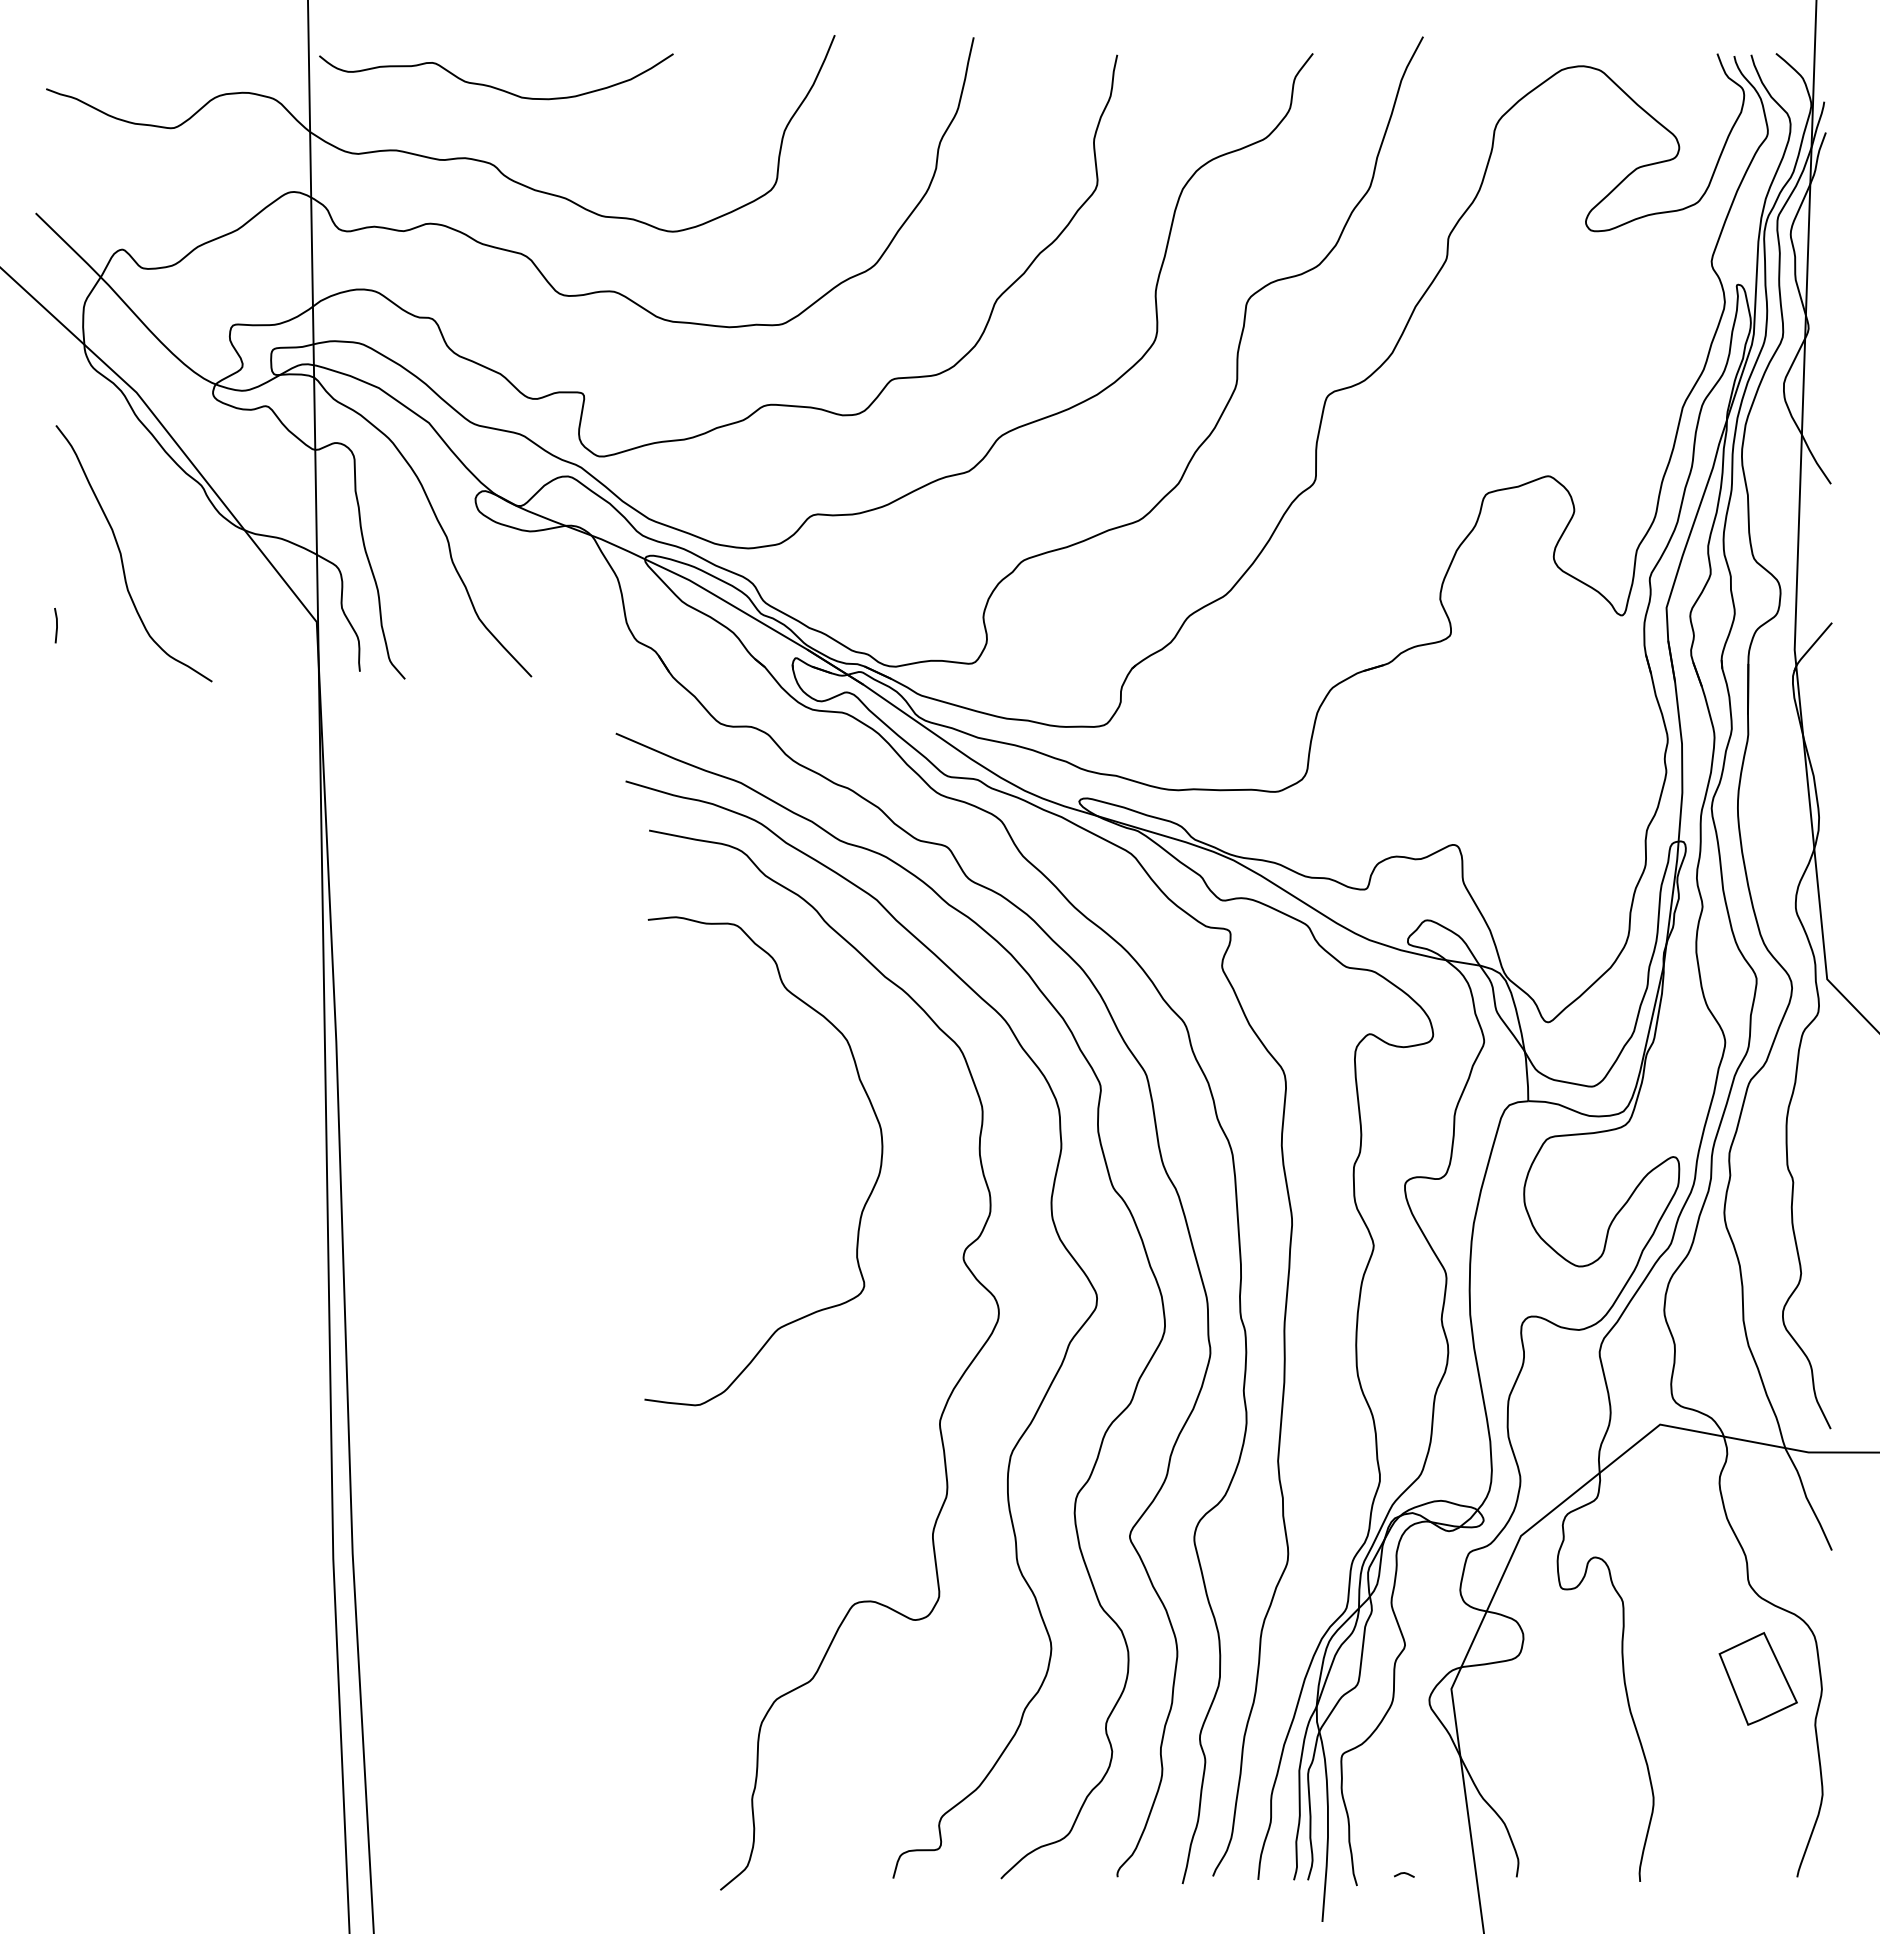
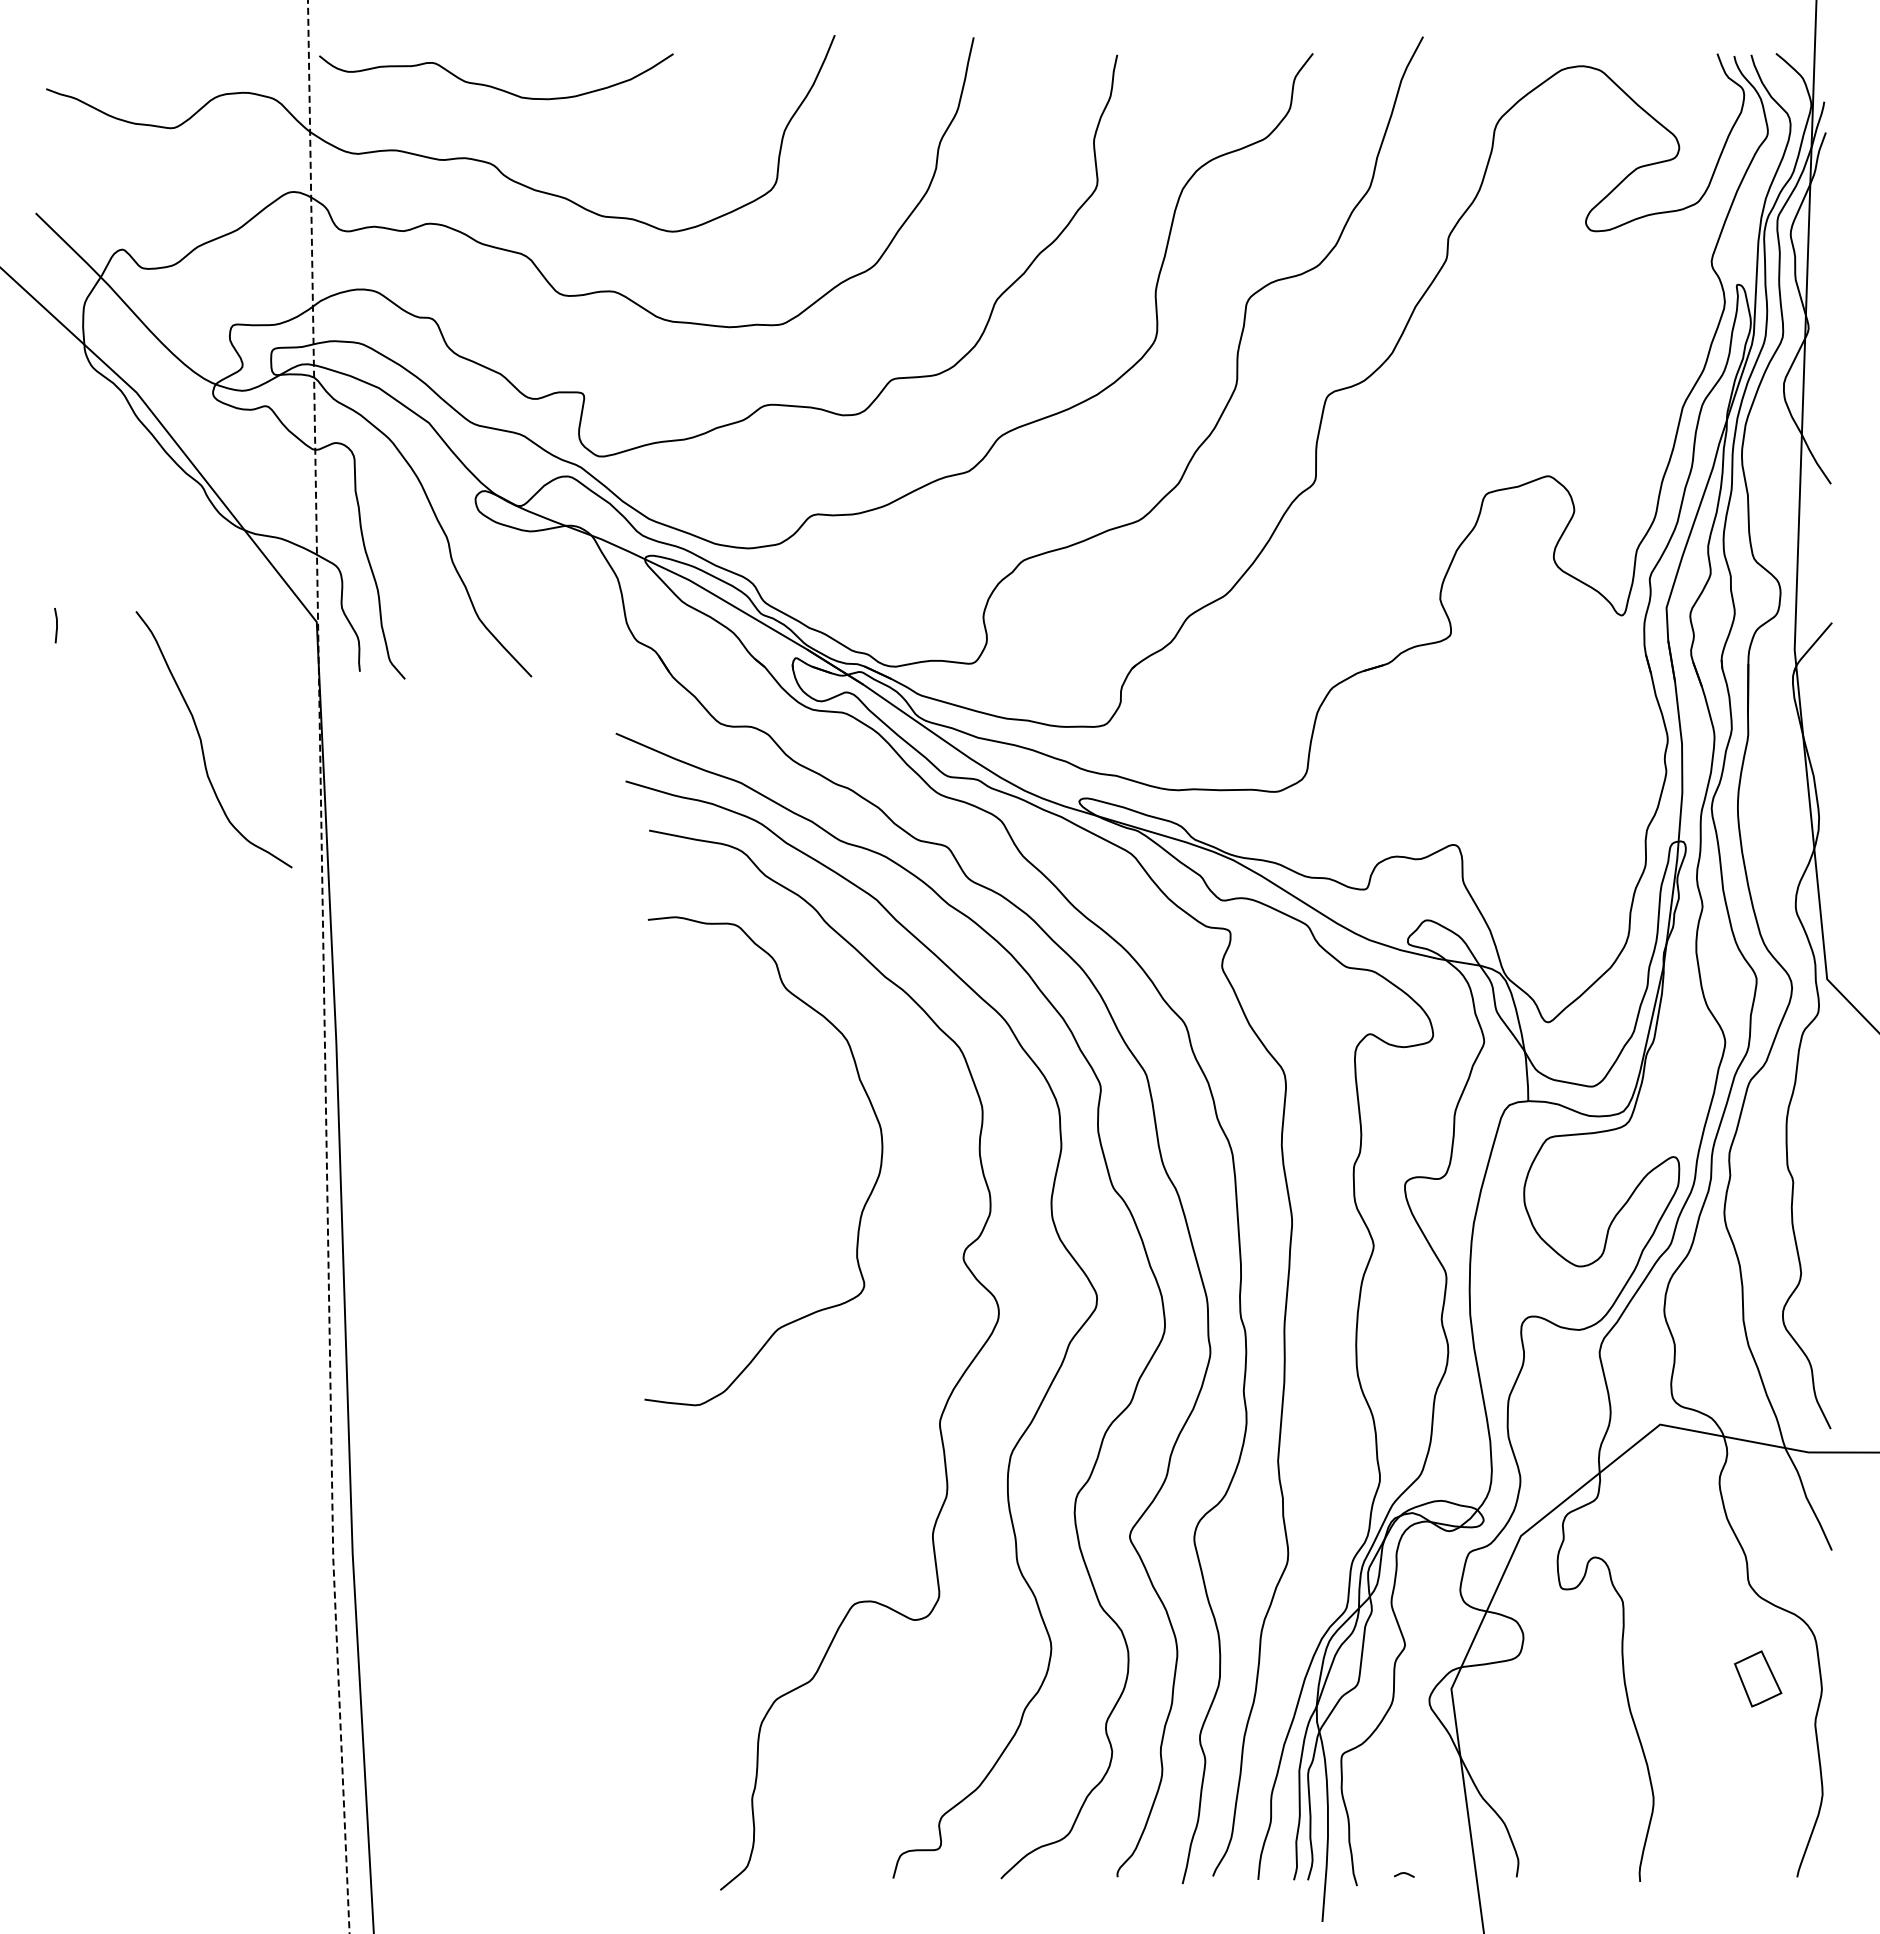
curve at (122, 556) position: (122, 556) -> (202, 742)
line at (323, 967): solid -> dashed
part at (1757, 1678) size: 80x94 px -> 49x58 px
